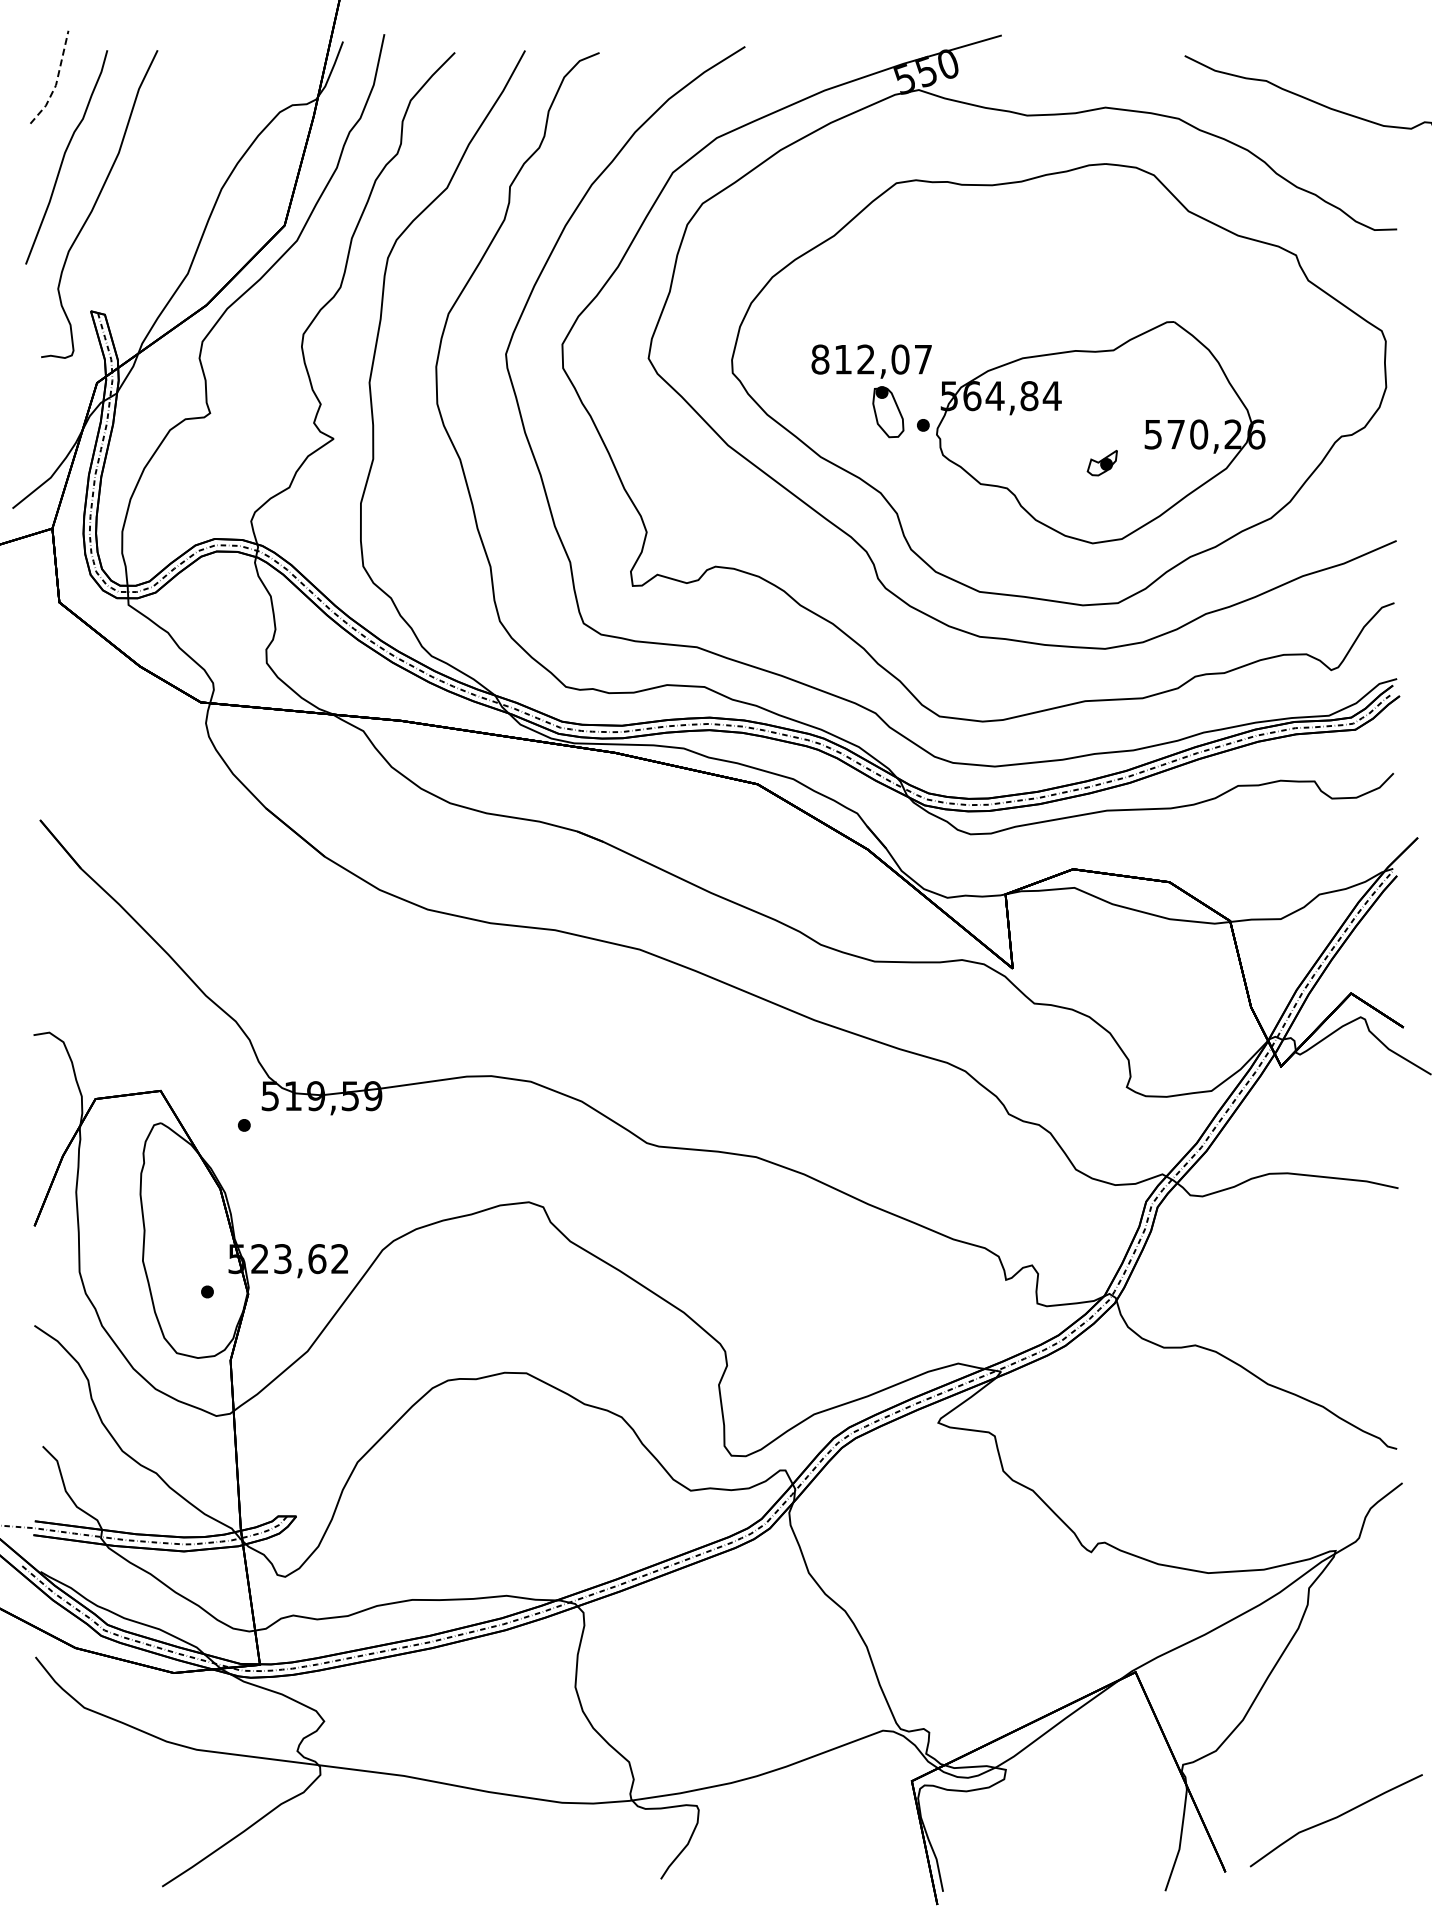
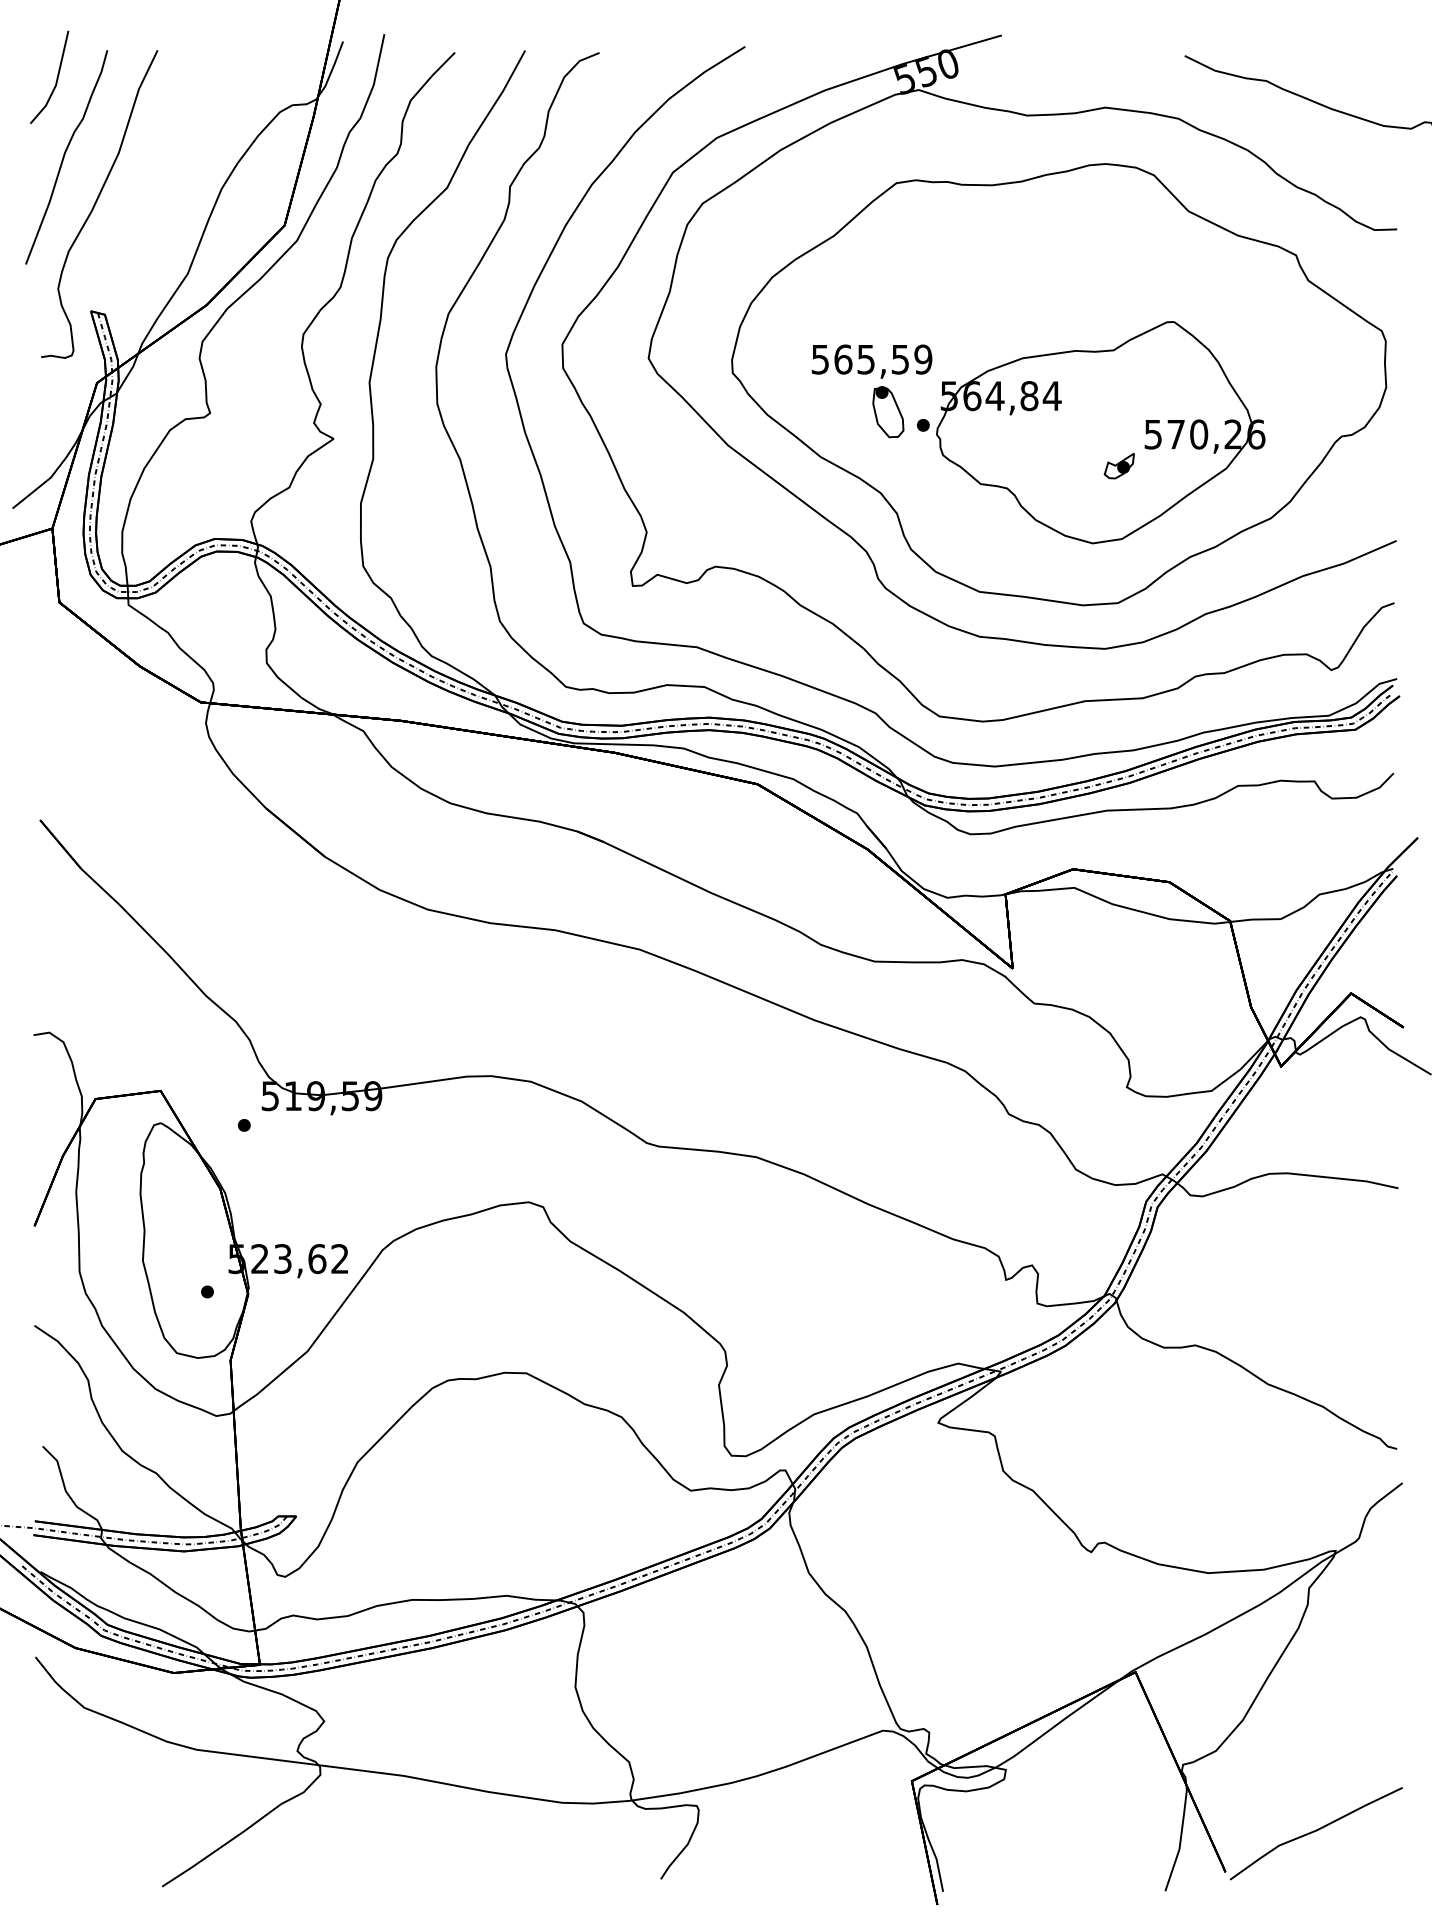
line at (56, 81): dashed -> solid
text at (871, 359): 812,07 -> 565,59
part at (1101, 463) position: (1101, 463) -> (1118, 466)
curve at (1334, 1819) position: (1334, 1819) -> (1314, 1832)
